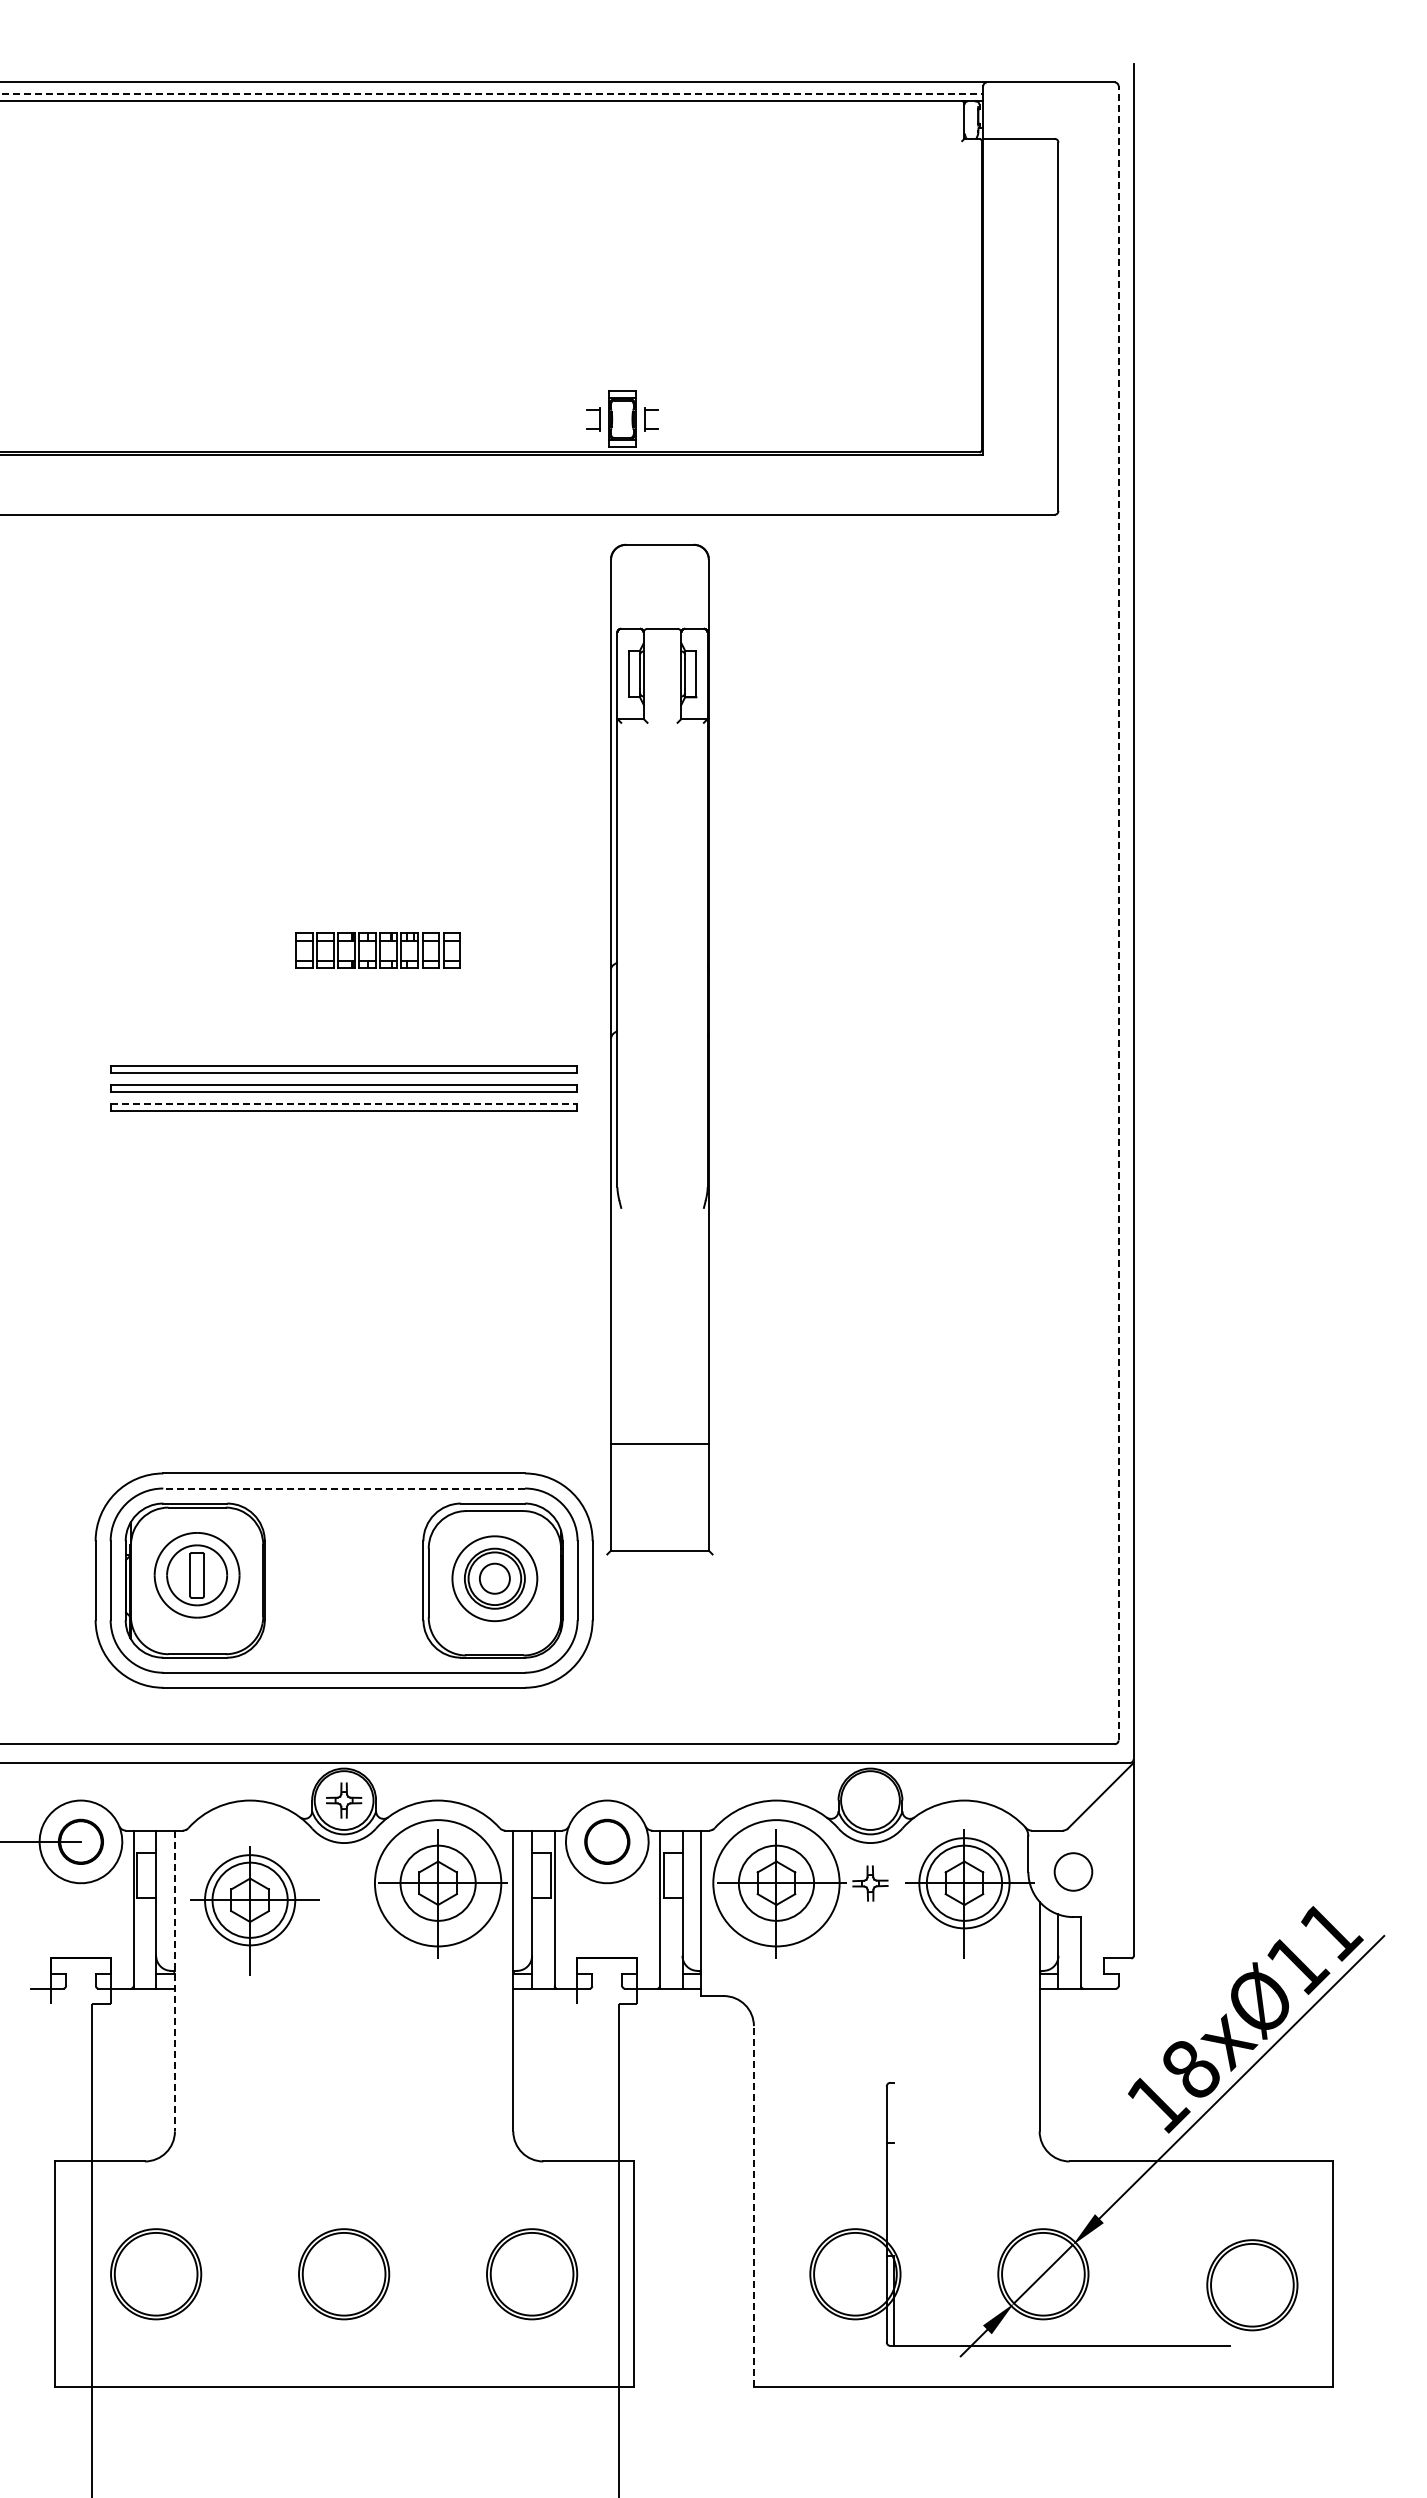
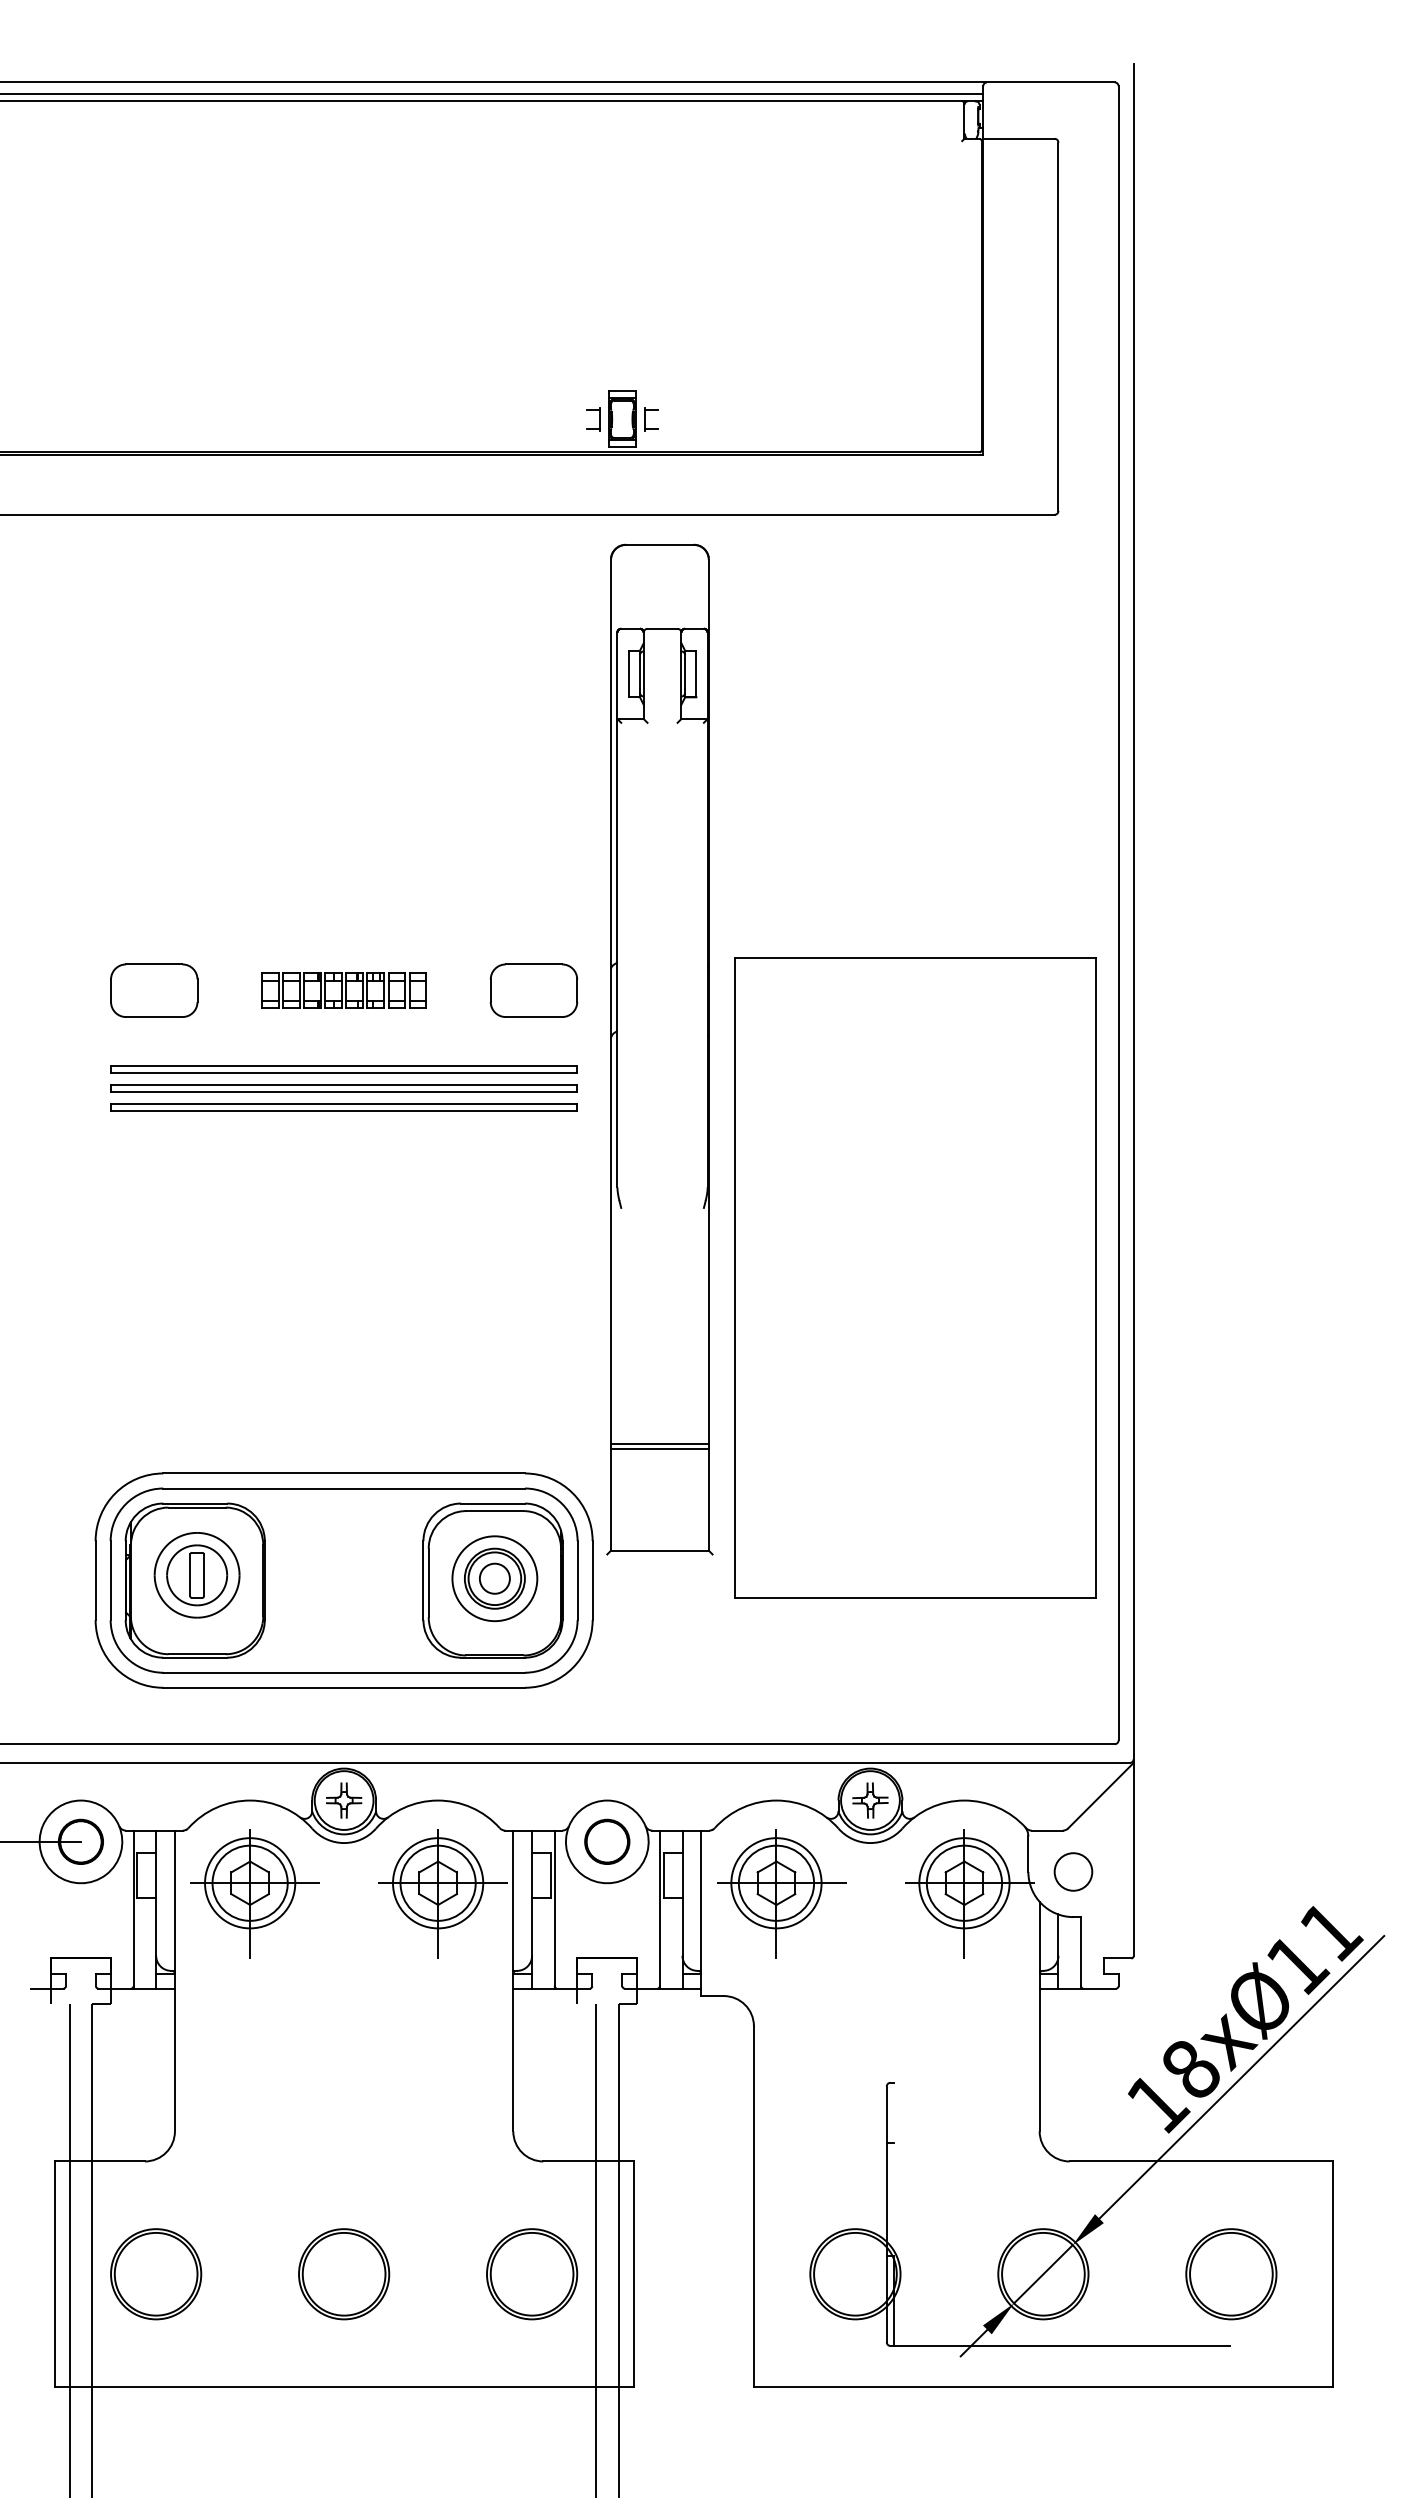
line at (492, 93): dashed -> solid
line at (1118, 912): dashed -> solid
part at (377, 950) position: (377, 950) -> (343, 990)
part at (154, 990): none -> present
part at (533, 990): none -> present
line at (344, 1103): dashed -> solid
part at (915, 1277): none -> present
line at (659, 1449): none -> present
line at (344, 1488): dashed -> solid
circle at (437, 1883) diameter: 126 px -> 90 px
circle at (776, 1883) diameter: 126 px -> 90 px
part at (870, 1883) position: (870, 1883) -> (870, 1800)
part at (254, 1910) position: (254, 1910) -> (254, 1893)
line at (174, 1981): dashed -> solid
line at (753, 2206): dashed -> solid
line at (69, 2248): none -> present
line at (596, 2248): none -> present
part at (1252, 2285) position: (1252, 2285) -> (1231, 2274)
